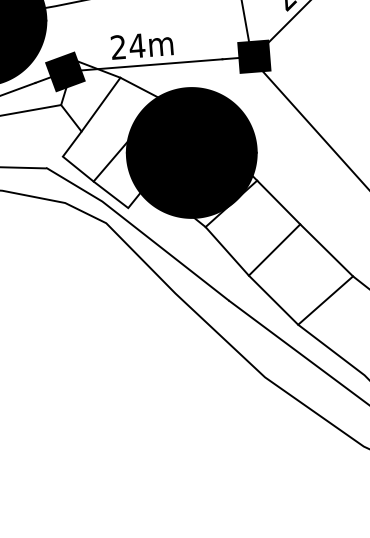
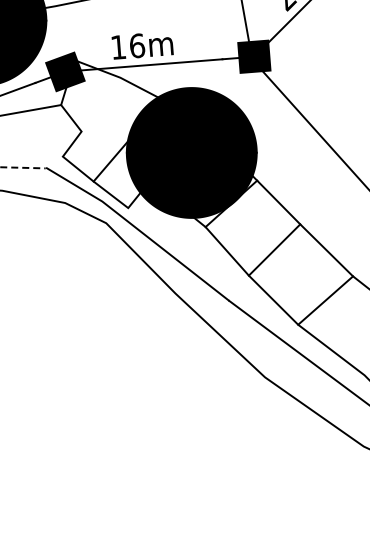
text at (127, 46): 24m -> 16m
line at (100, 104): present -> none
line at (23, 167): solid -> dashed
